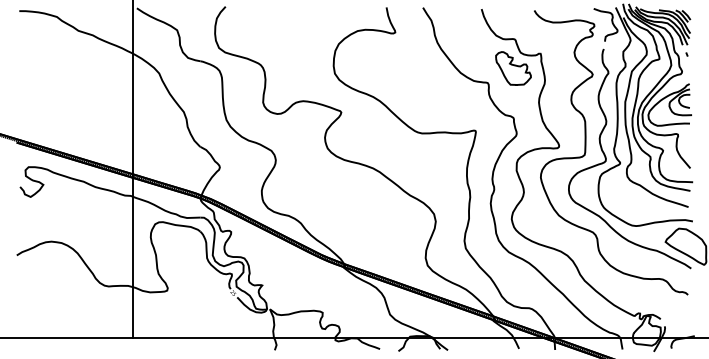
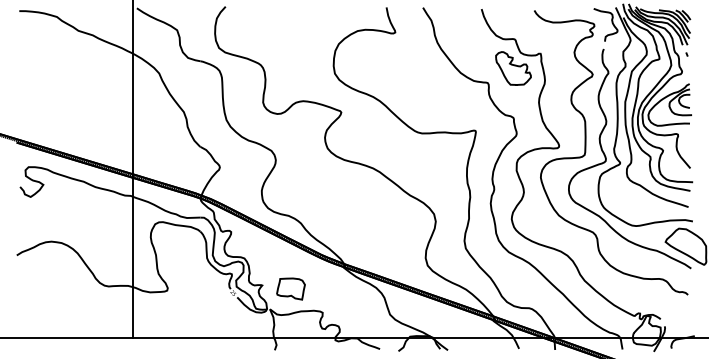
part at (290, 288): none -> present
